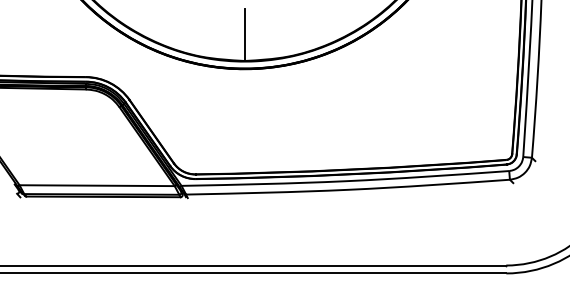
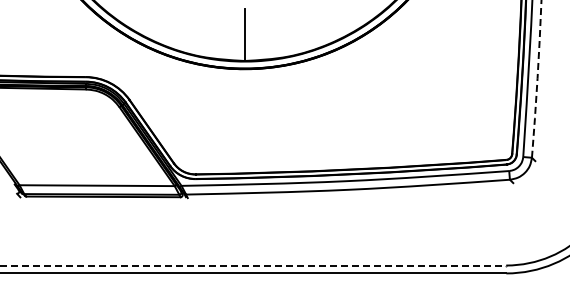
arc at (537, 78): solid -> dashed
line at (253, 265): solid -> dashed
